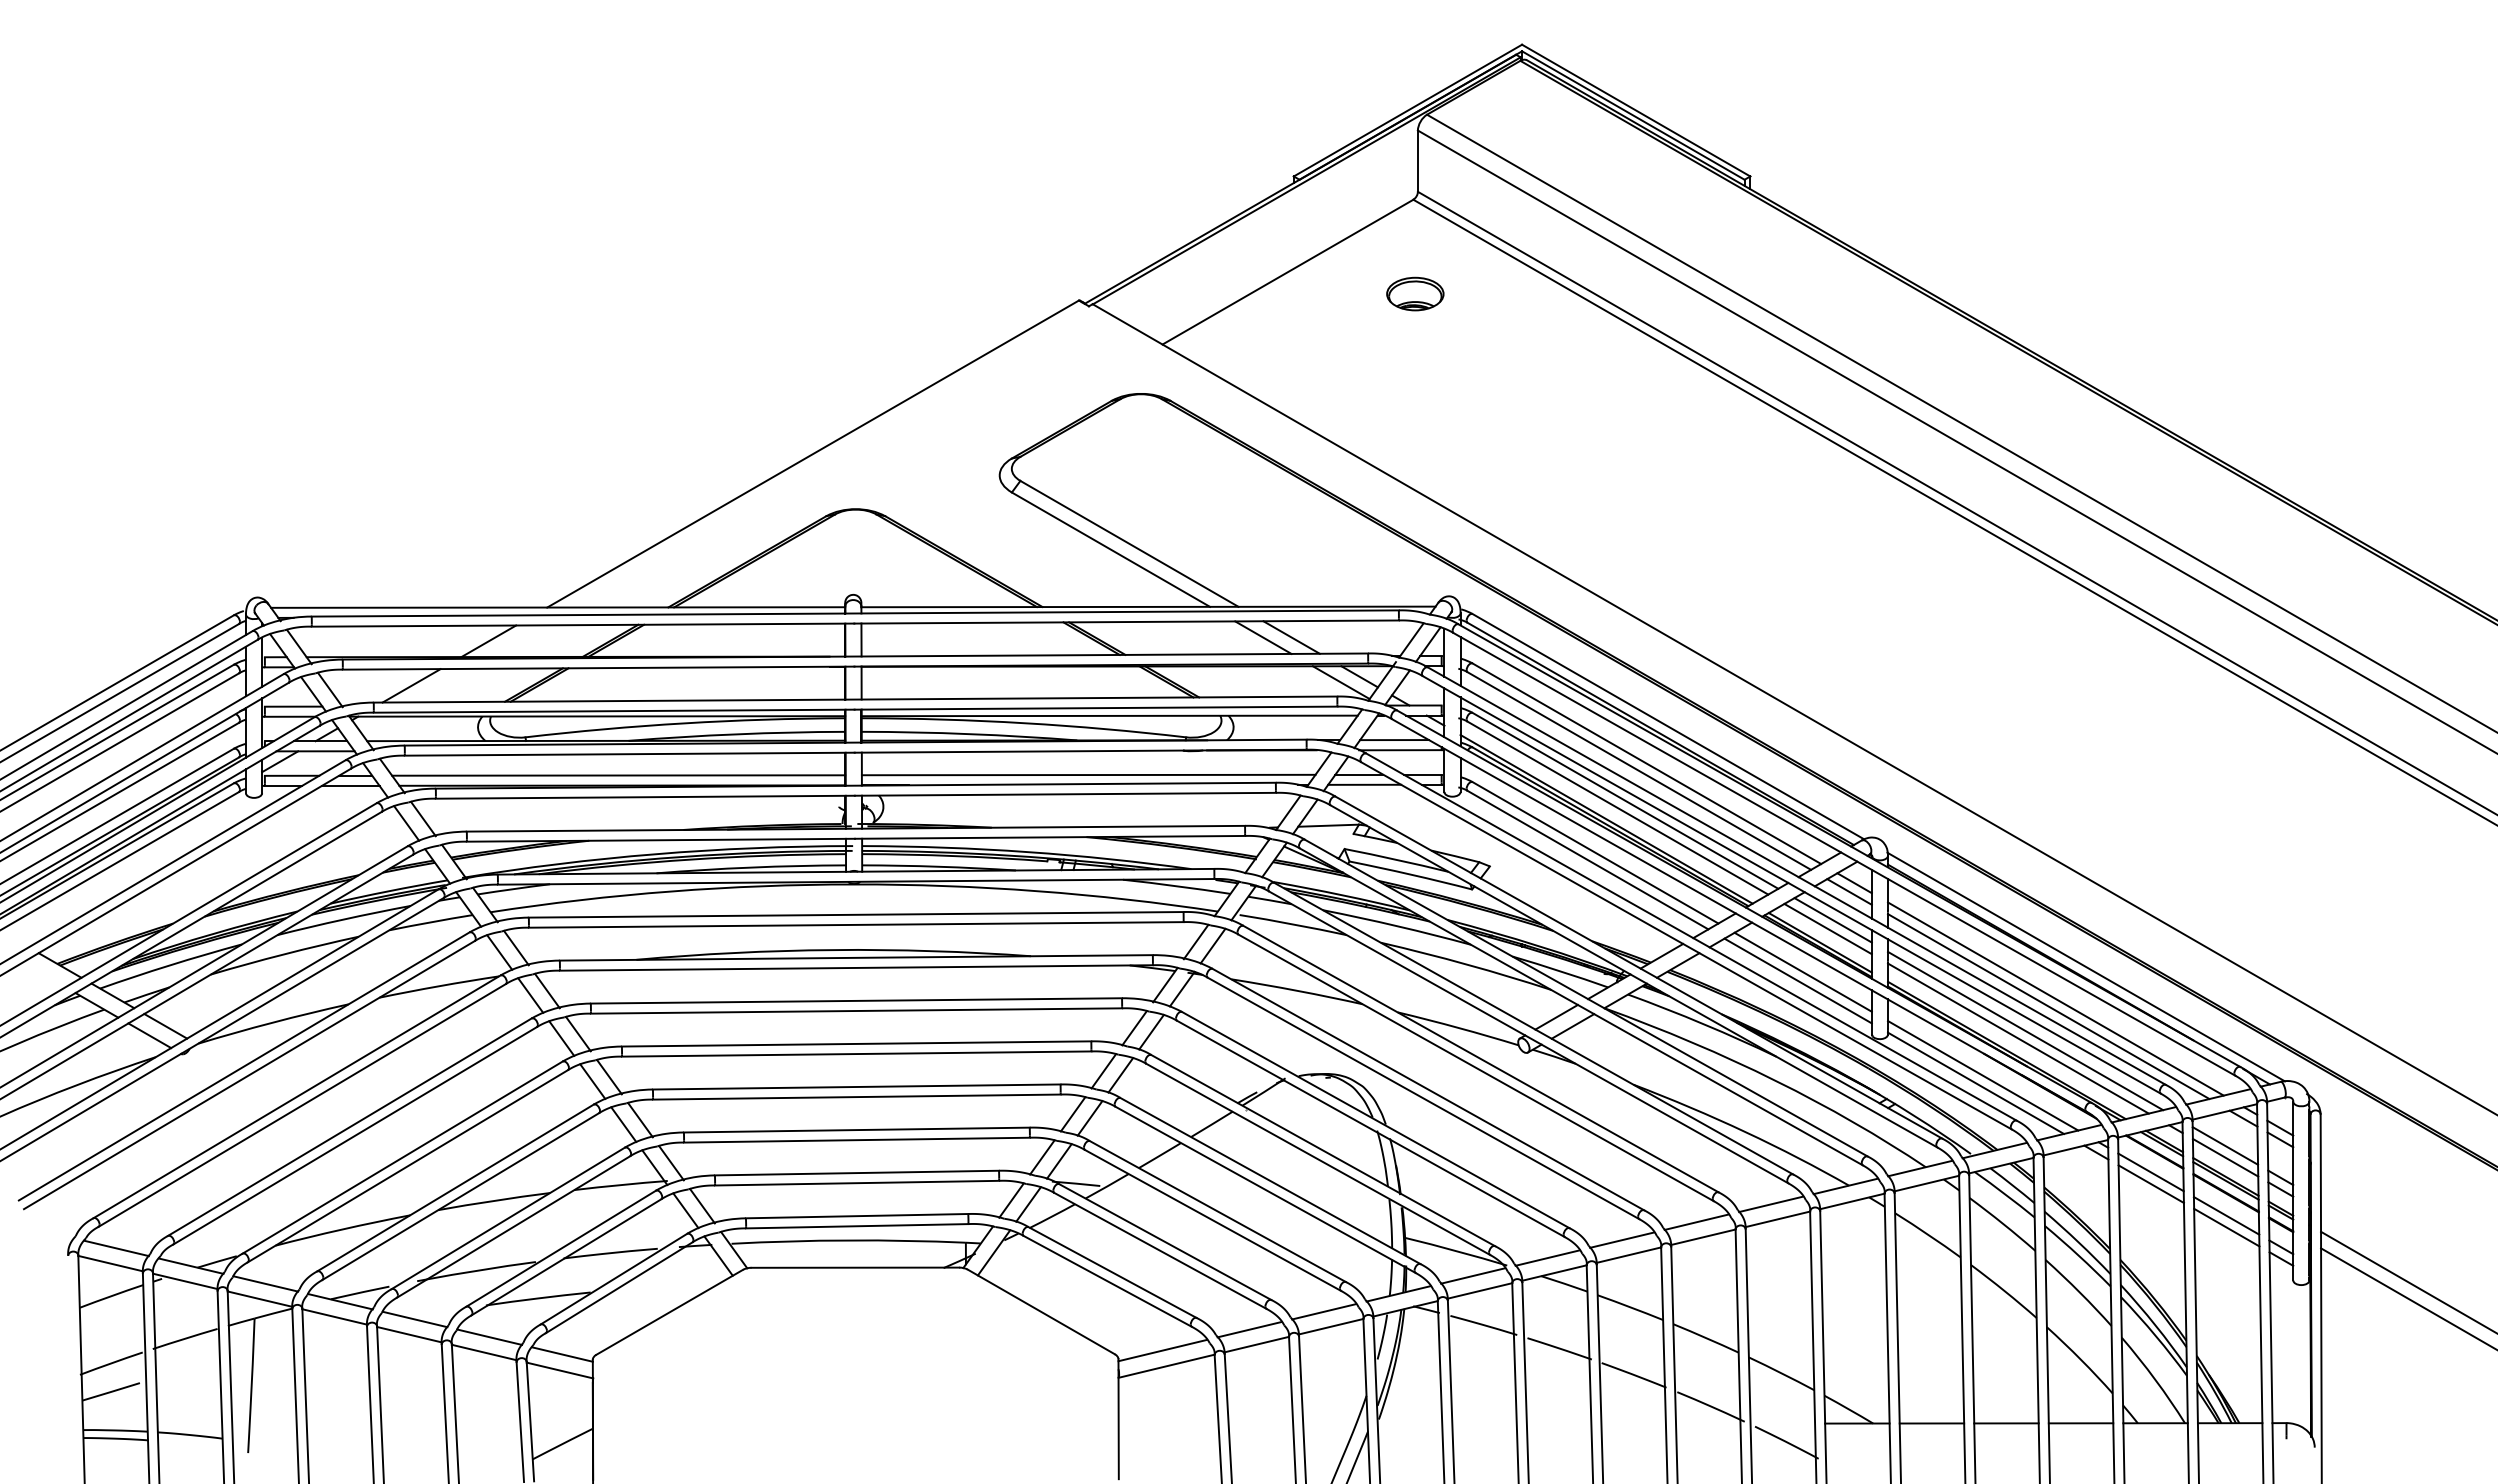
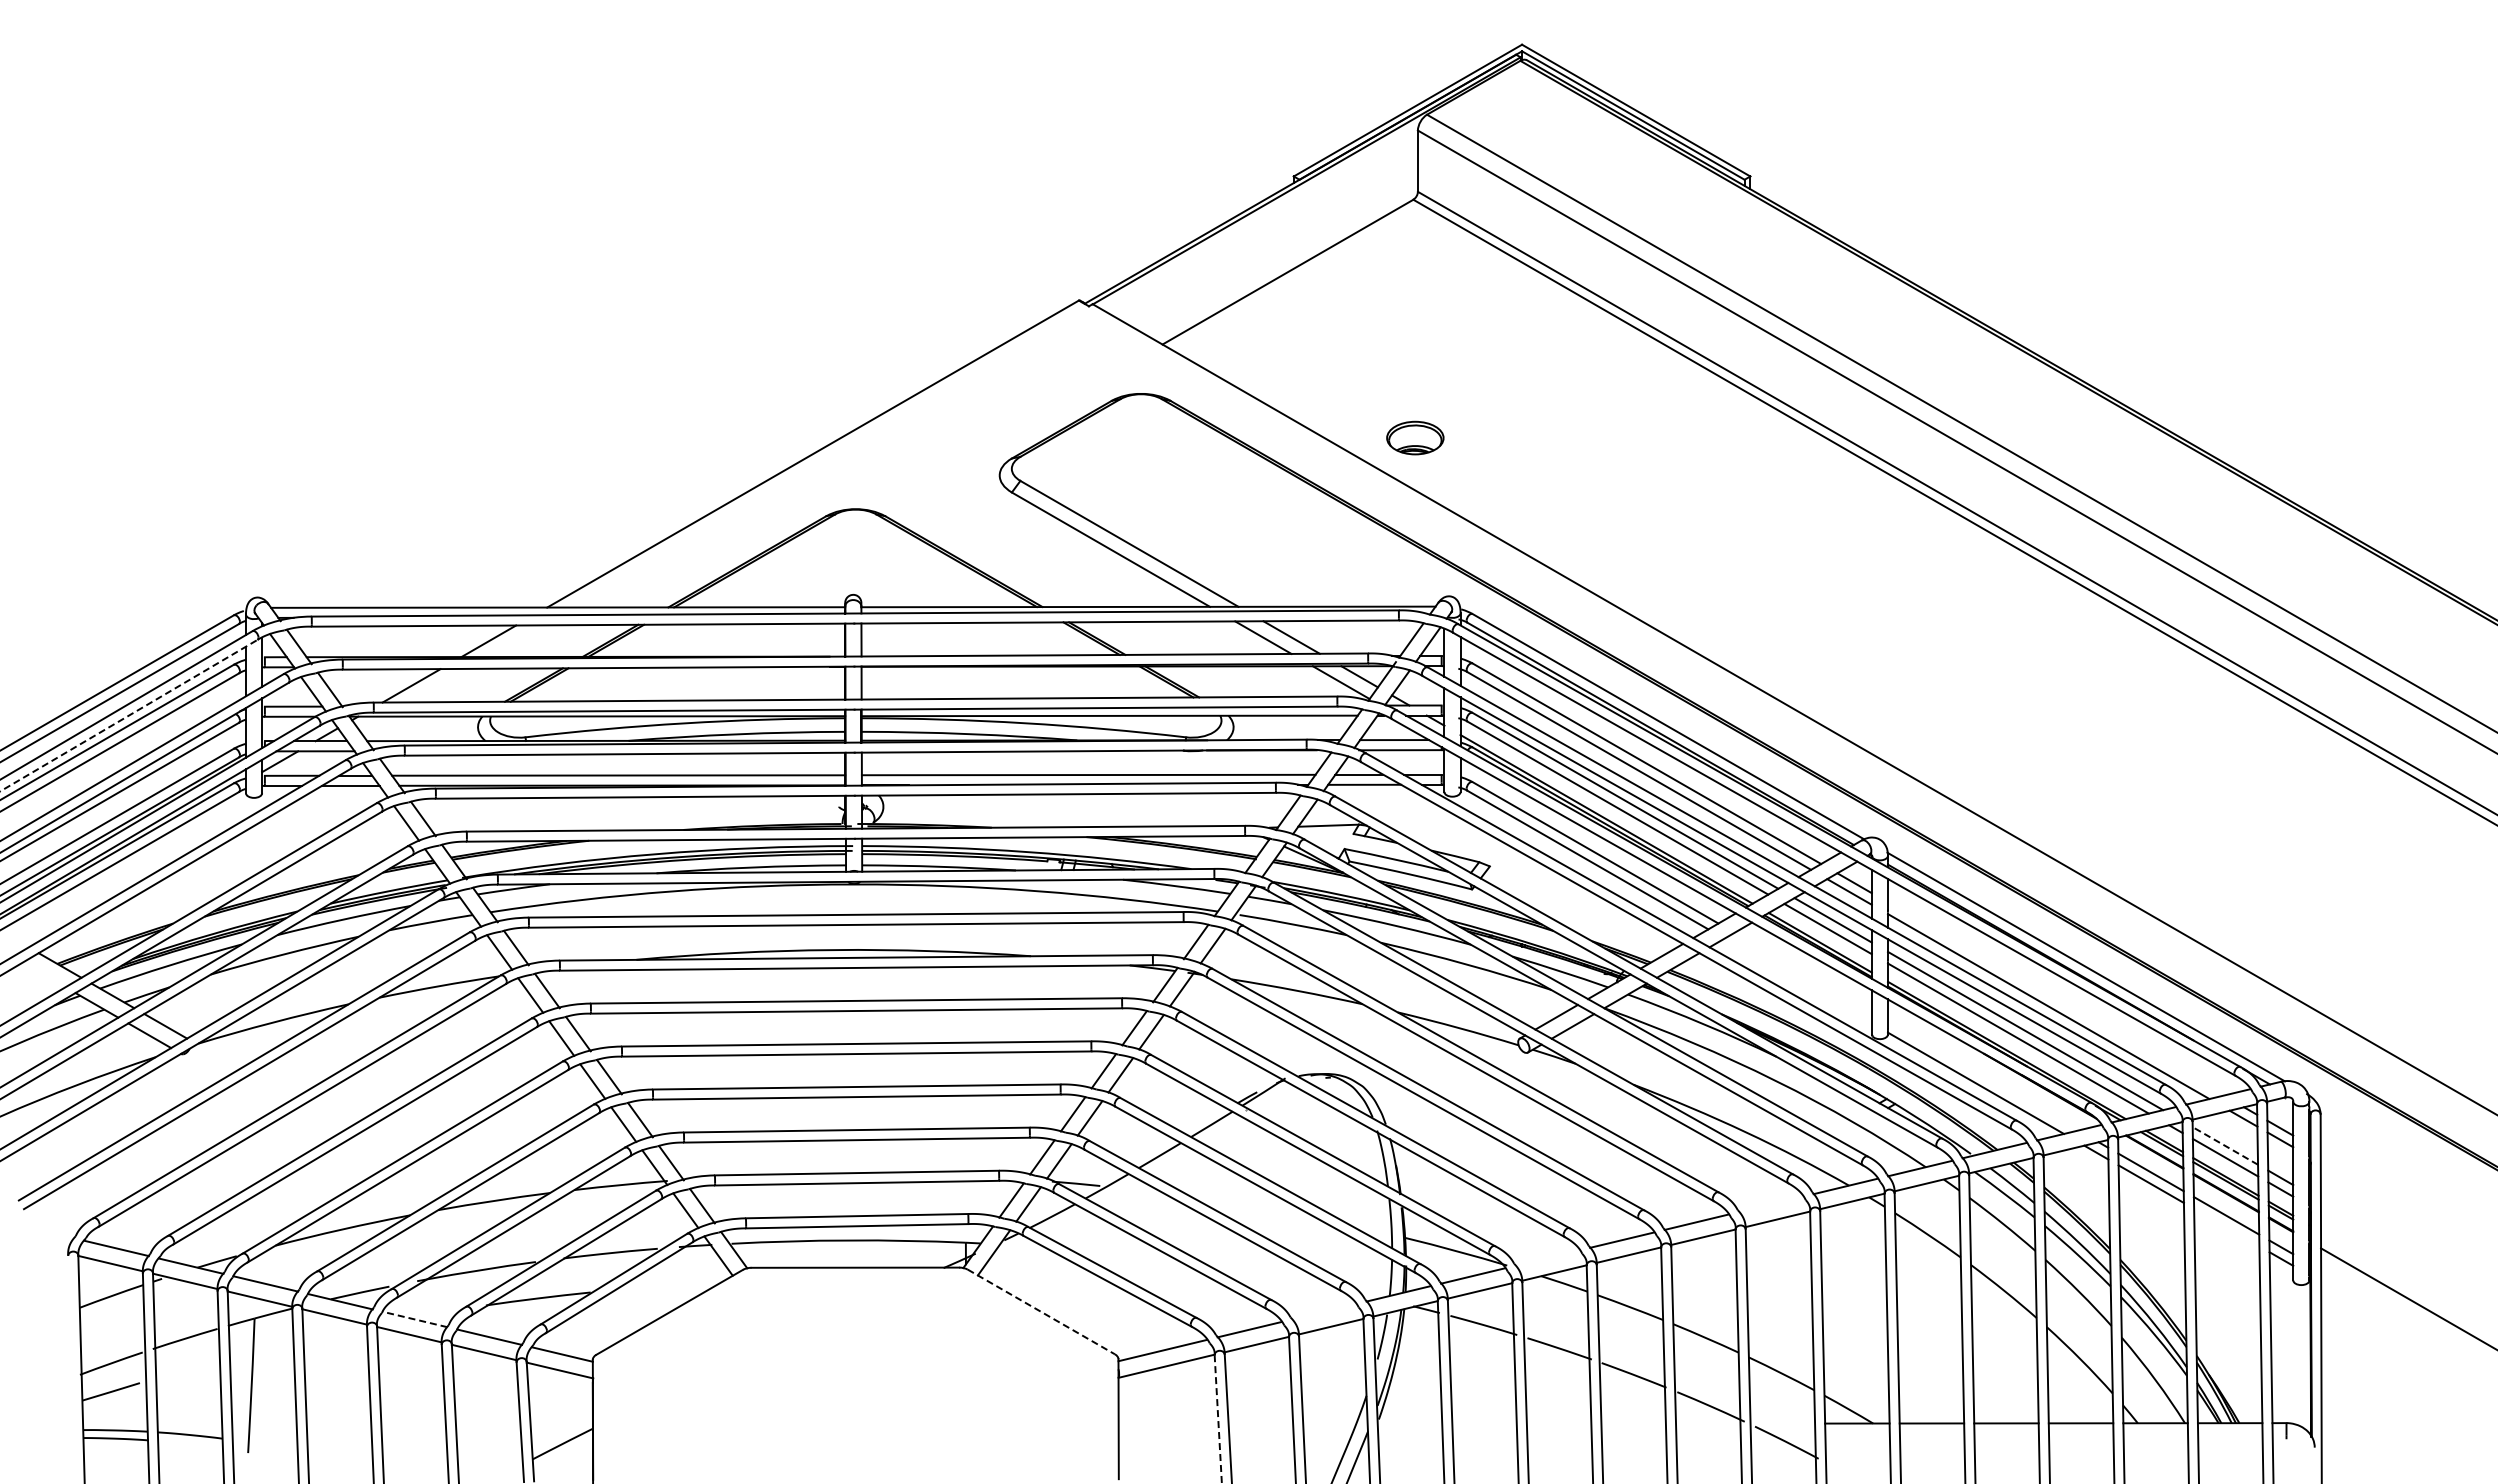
part at (1415, 293) position: (1415, 293) -> (1415, 437)
line at (129, 715): solid -> dashed
line at (1802, 971): present -> none
line at (1797, 980): present -> none
line at (2055, 998): present -> none
line at (1983, 1075): present -> none
line at (2225, 1145): solid -> dashed
line at (1771, 1204): present -> none
line at (2226, 1227): present -> none
line at (1547, 1257): present -> none
line at (2407, 1281): present -> none
line at (1041, 1311): solid -> dashed
line at (1324, 1311): present -> none
line at (414, 1319): solid -> dashed
line at (1218, 1419): solid -> dashed
